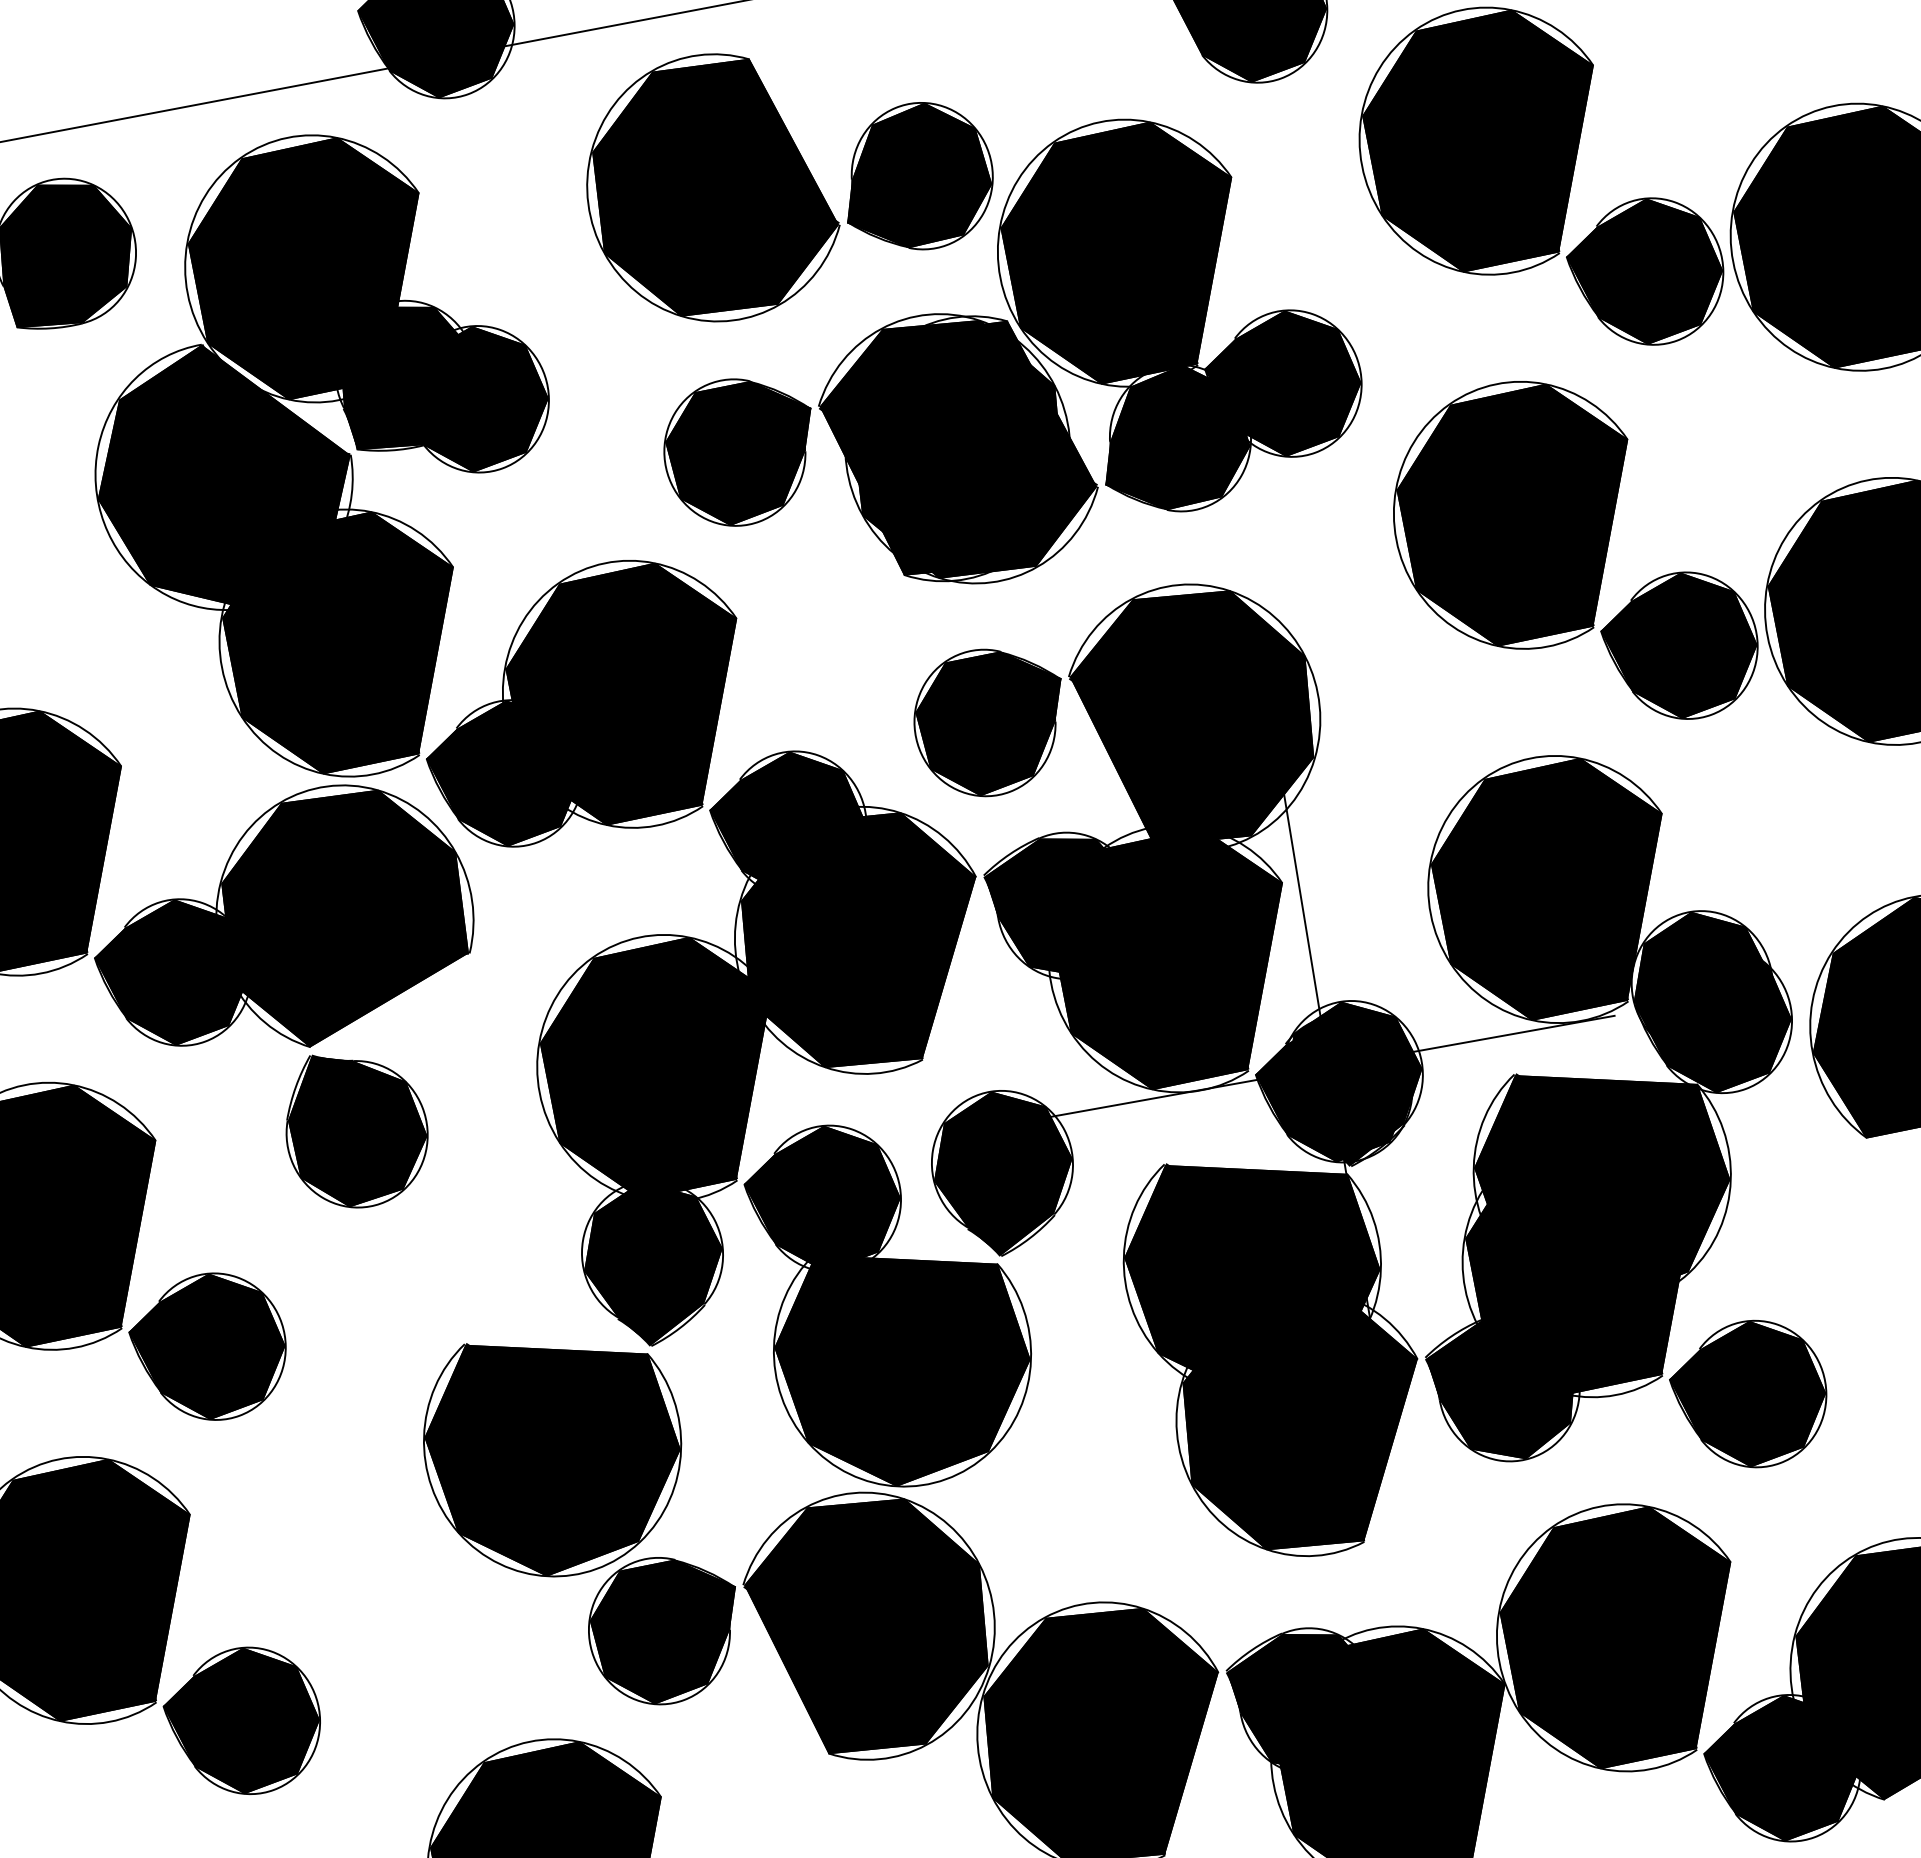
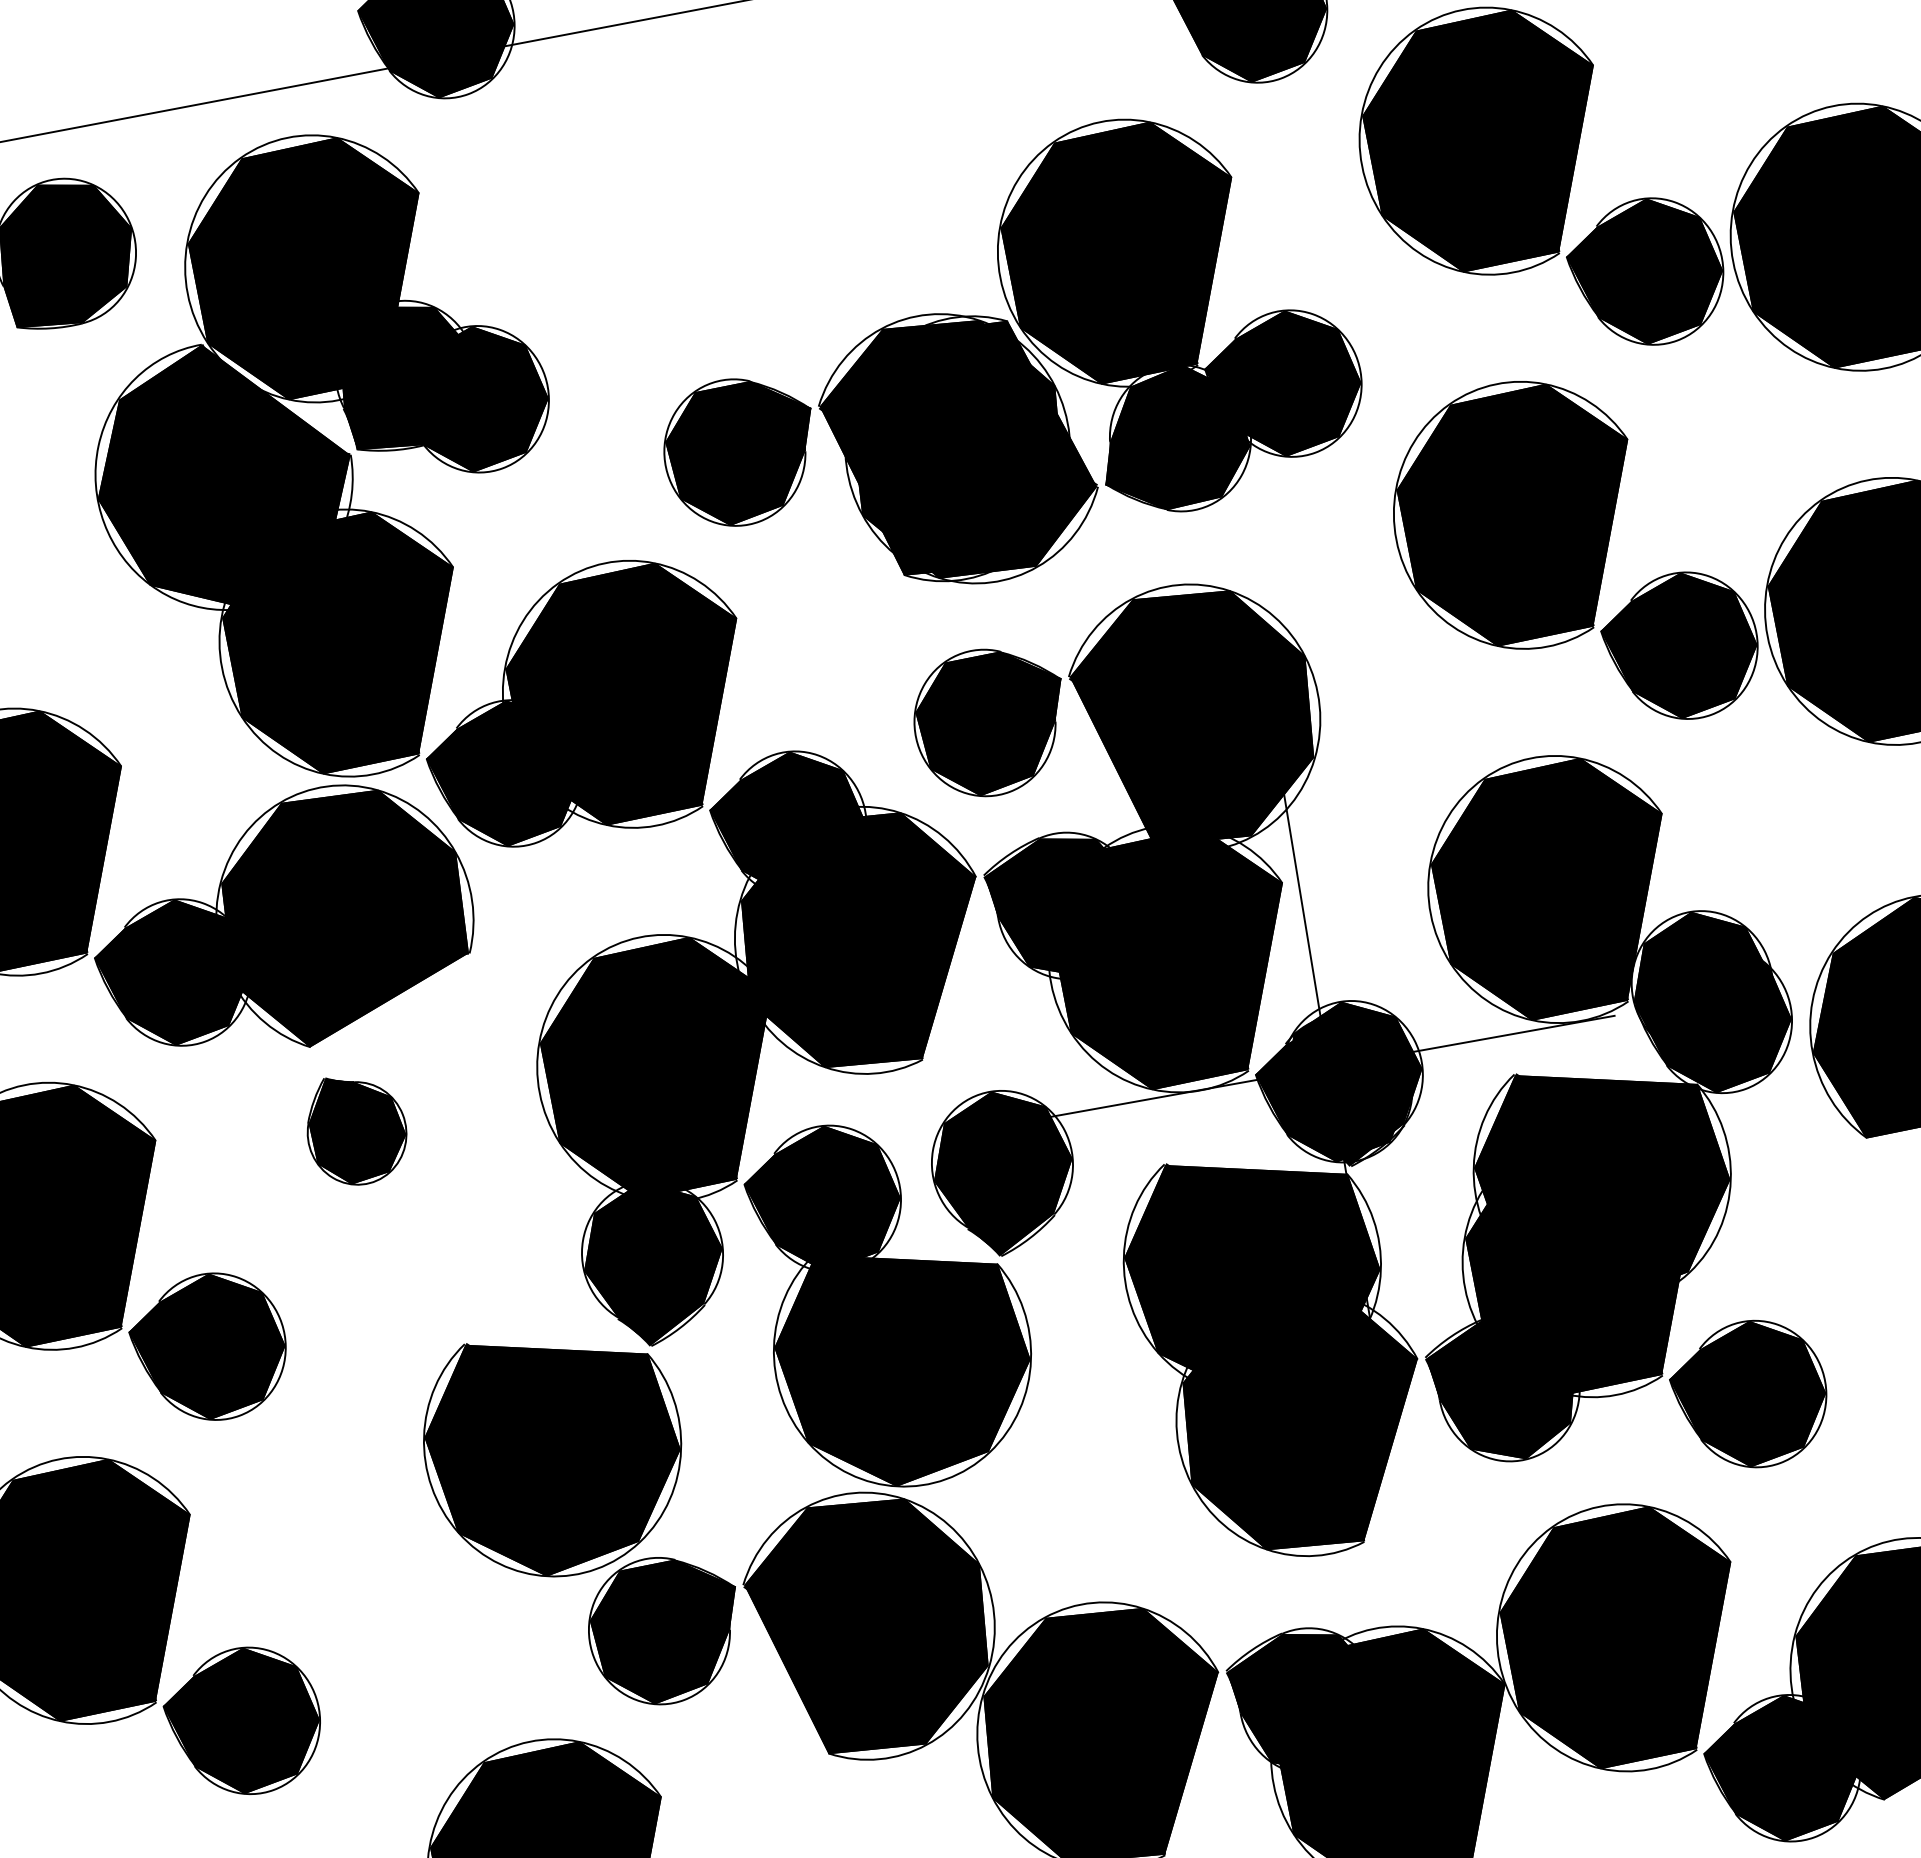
part at (789, 187): present -> none
part at (356, 1131) size: 144x155 px -> 102x109 px
